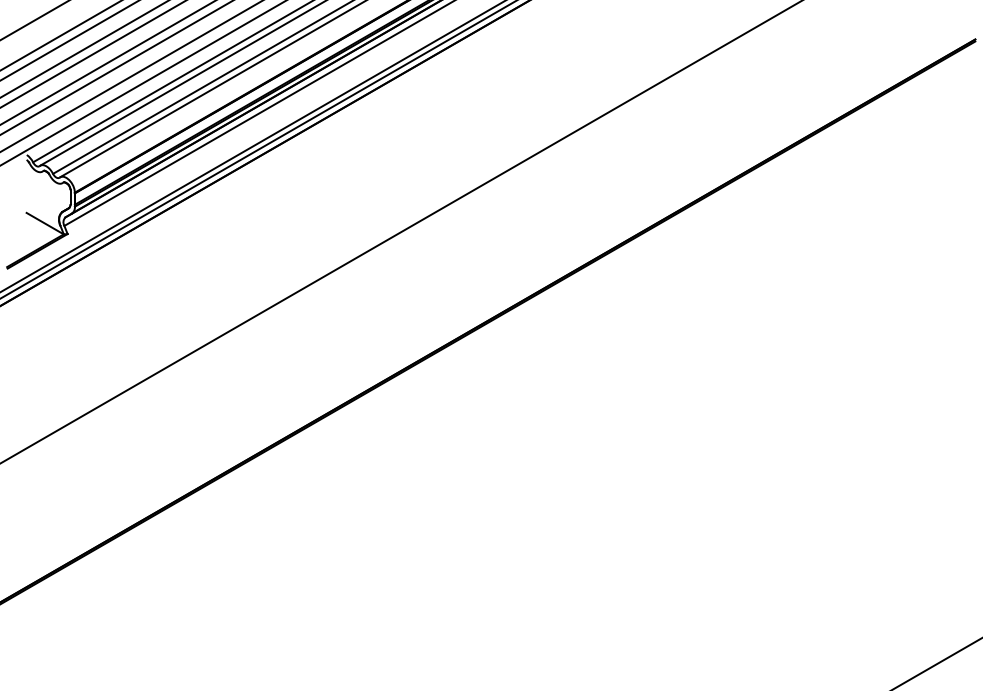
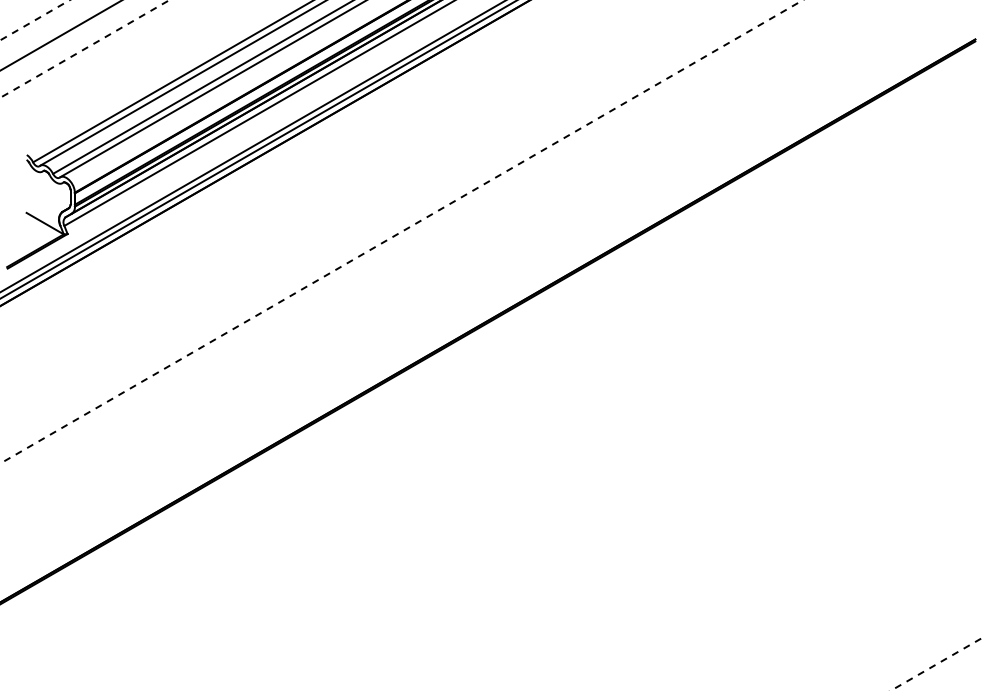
line at (35, 20): solid -> dashed
line at (69, 40): present -> none
line at (84, 49): solid -> dashed
line at (92, 54): present -> none
line at (107, 62): present -> none
line at (116, 67): present -> none
line at (131, 76): present -> none
line at (142, 83): present -> none
line at (402, 231): solid -> dashed
line at (936, 664): solid -> dashed
